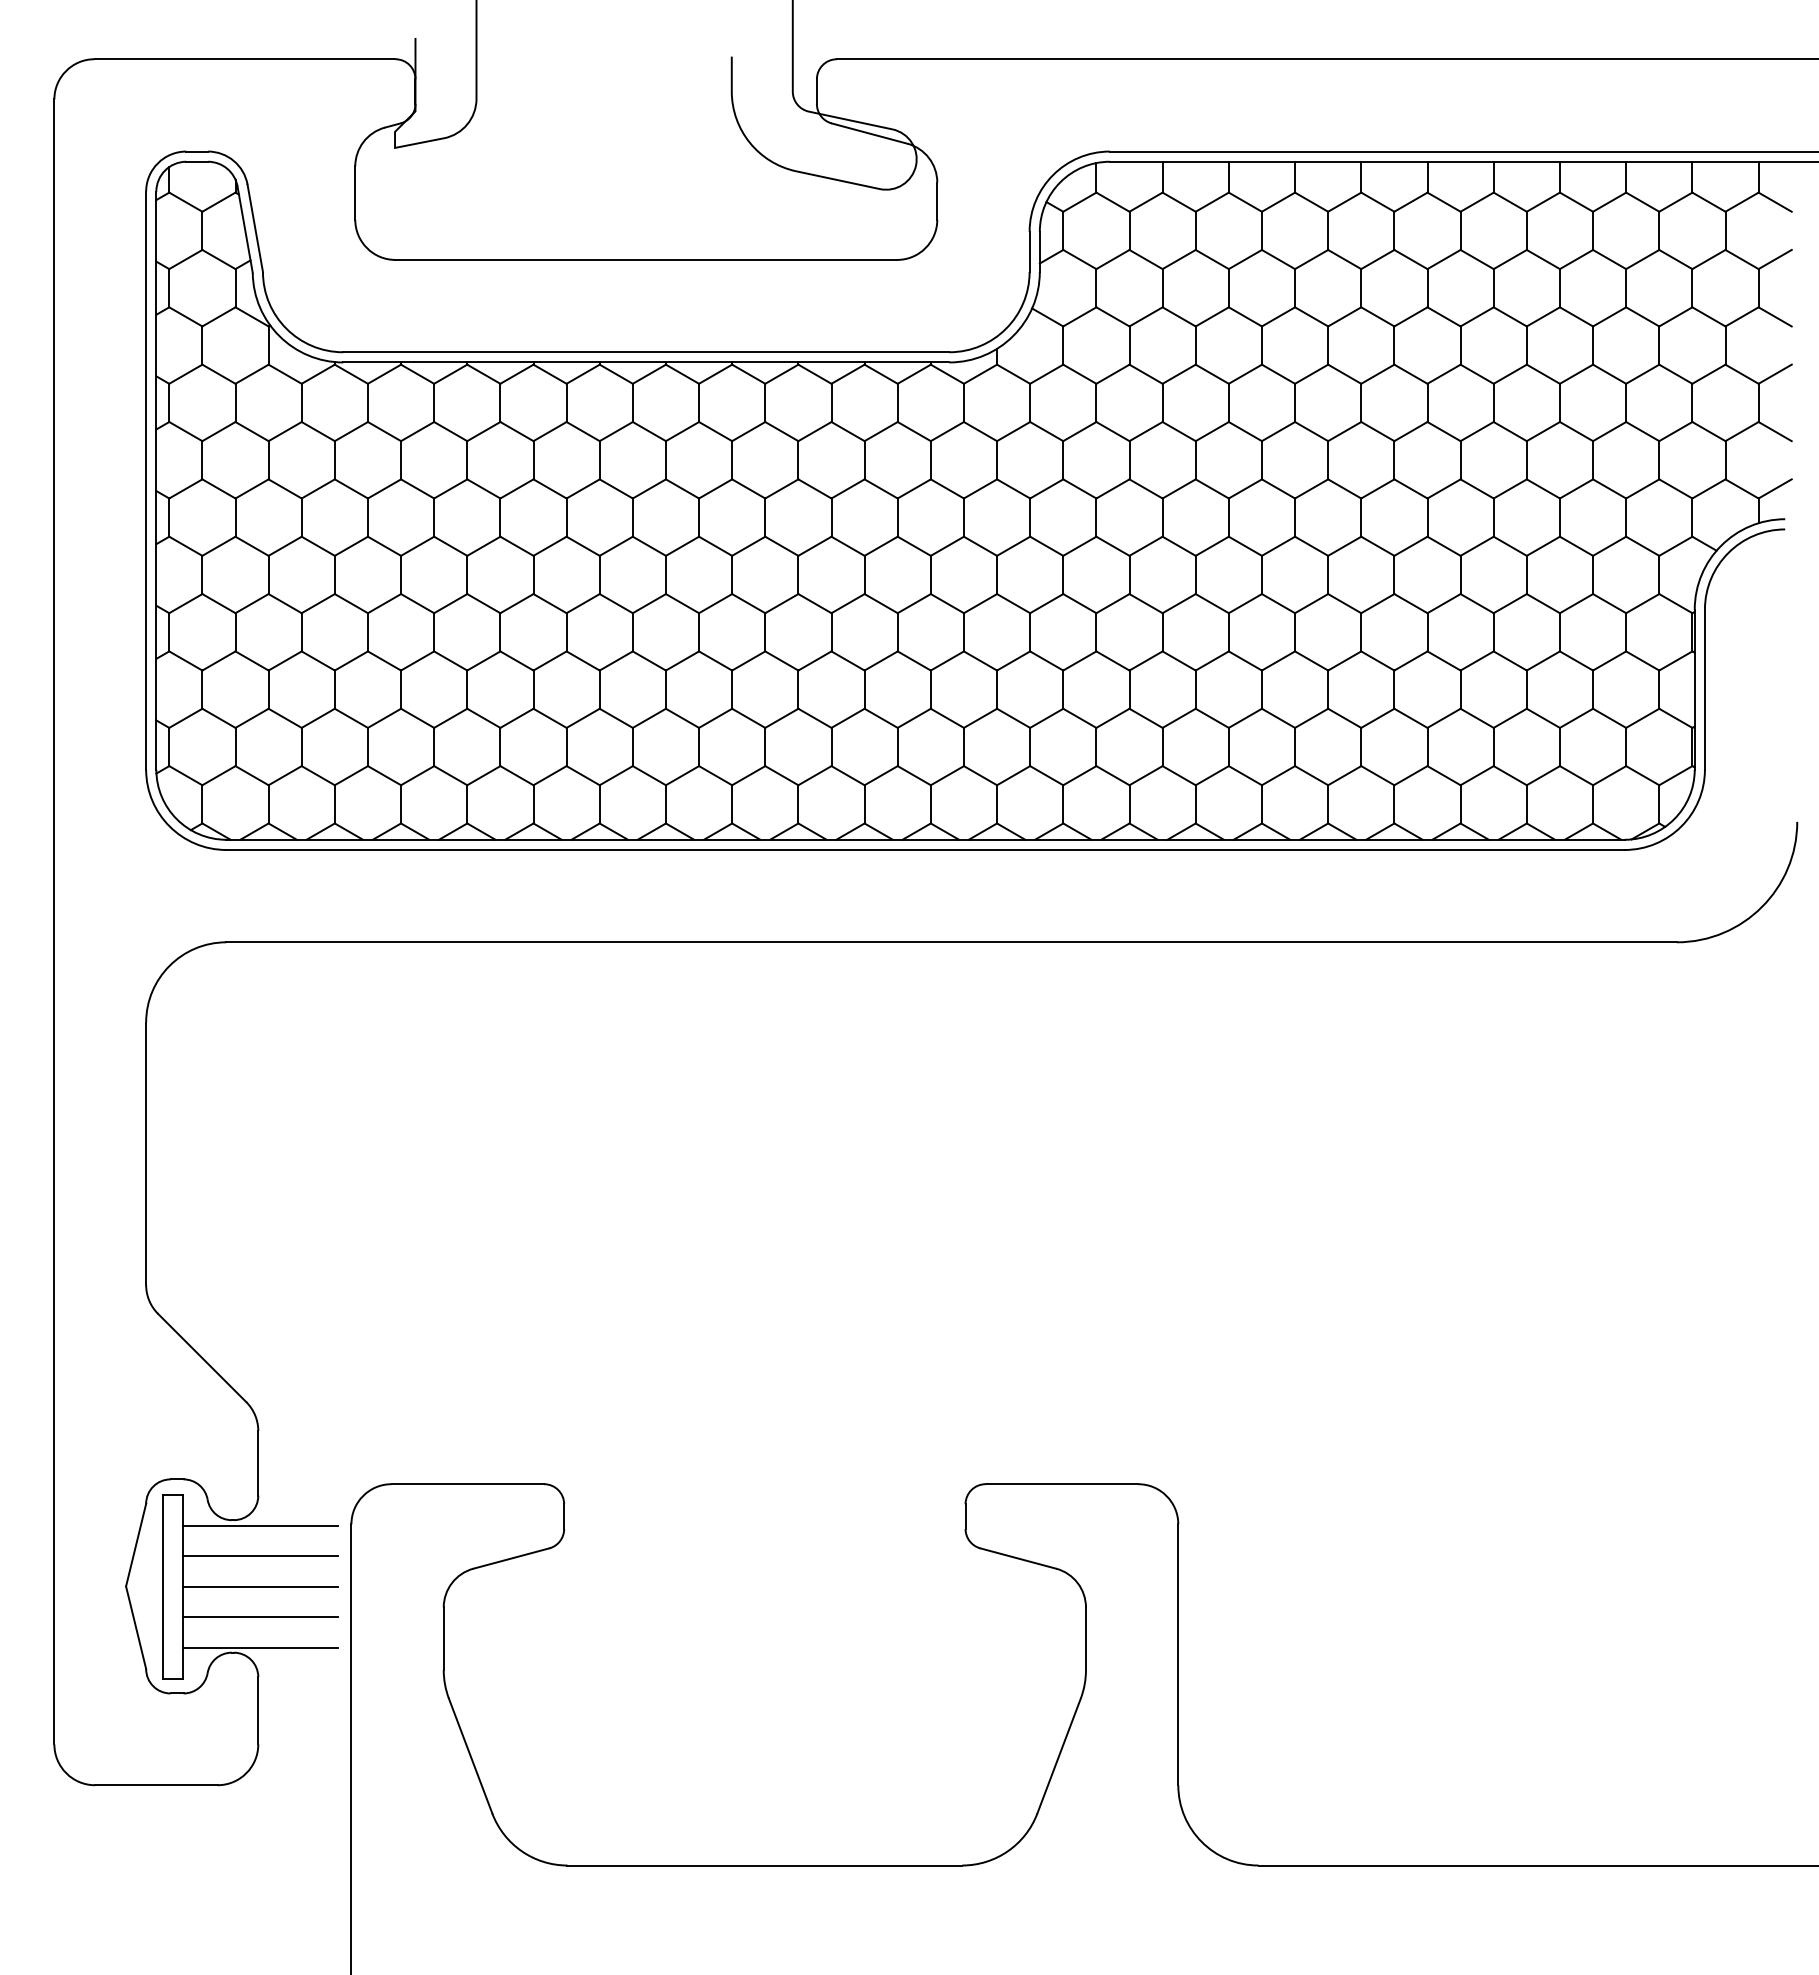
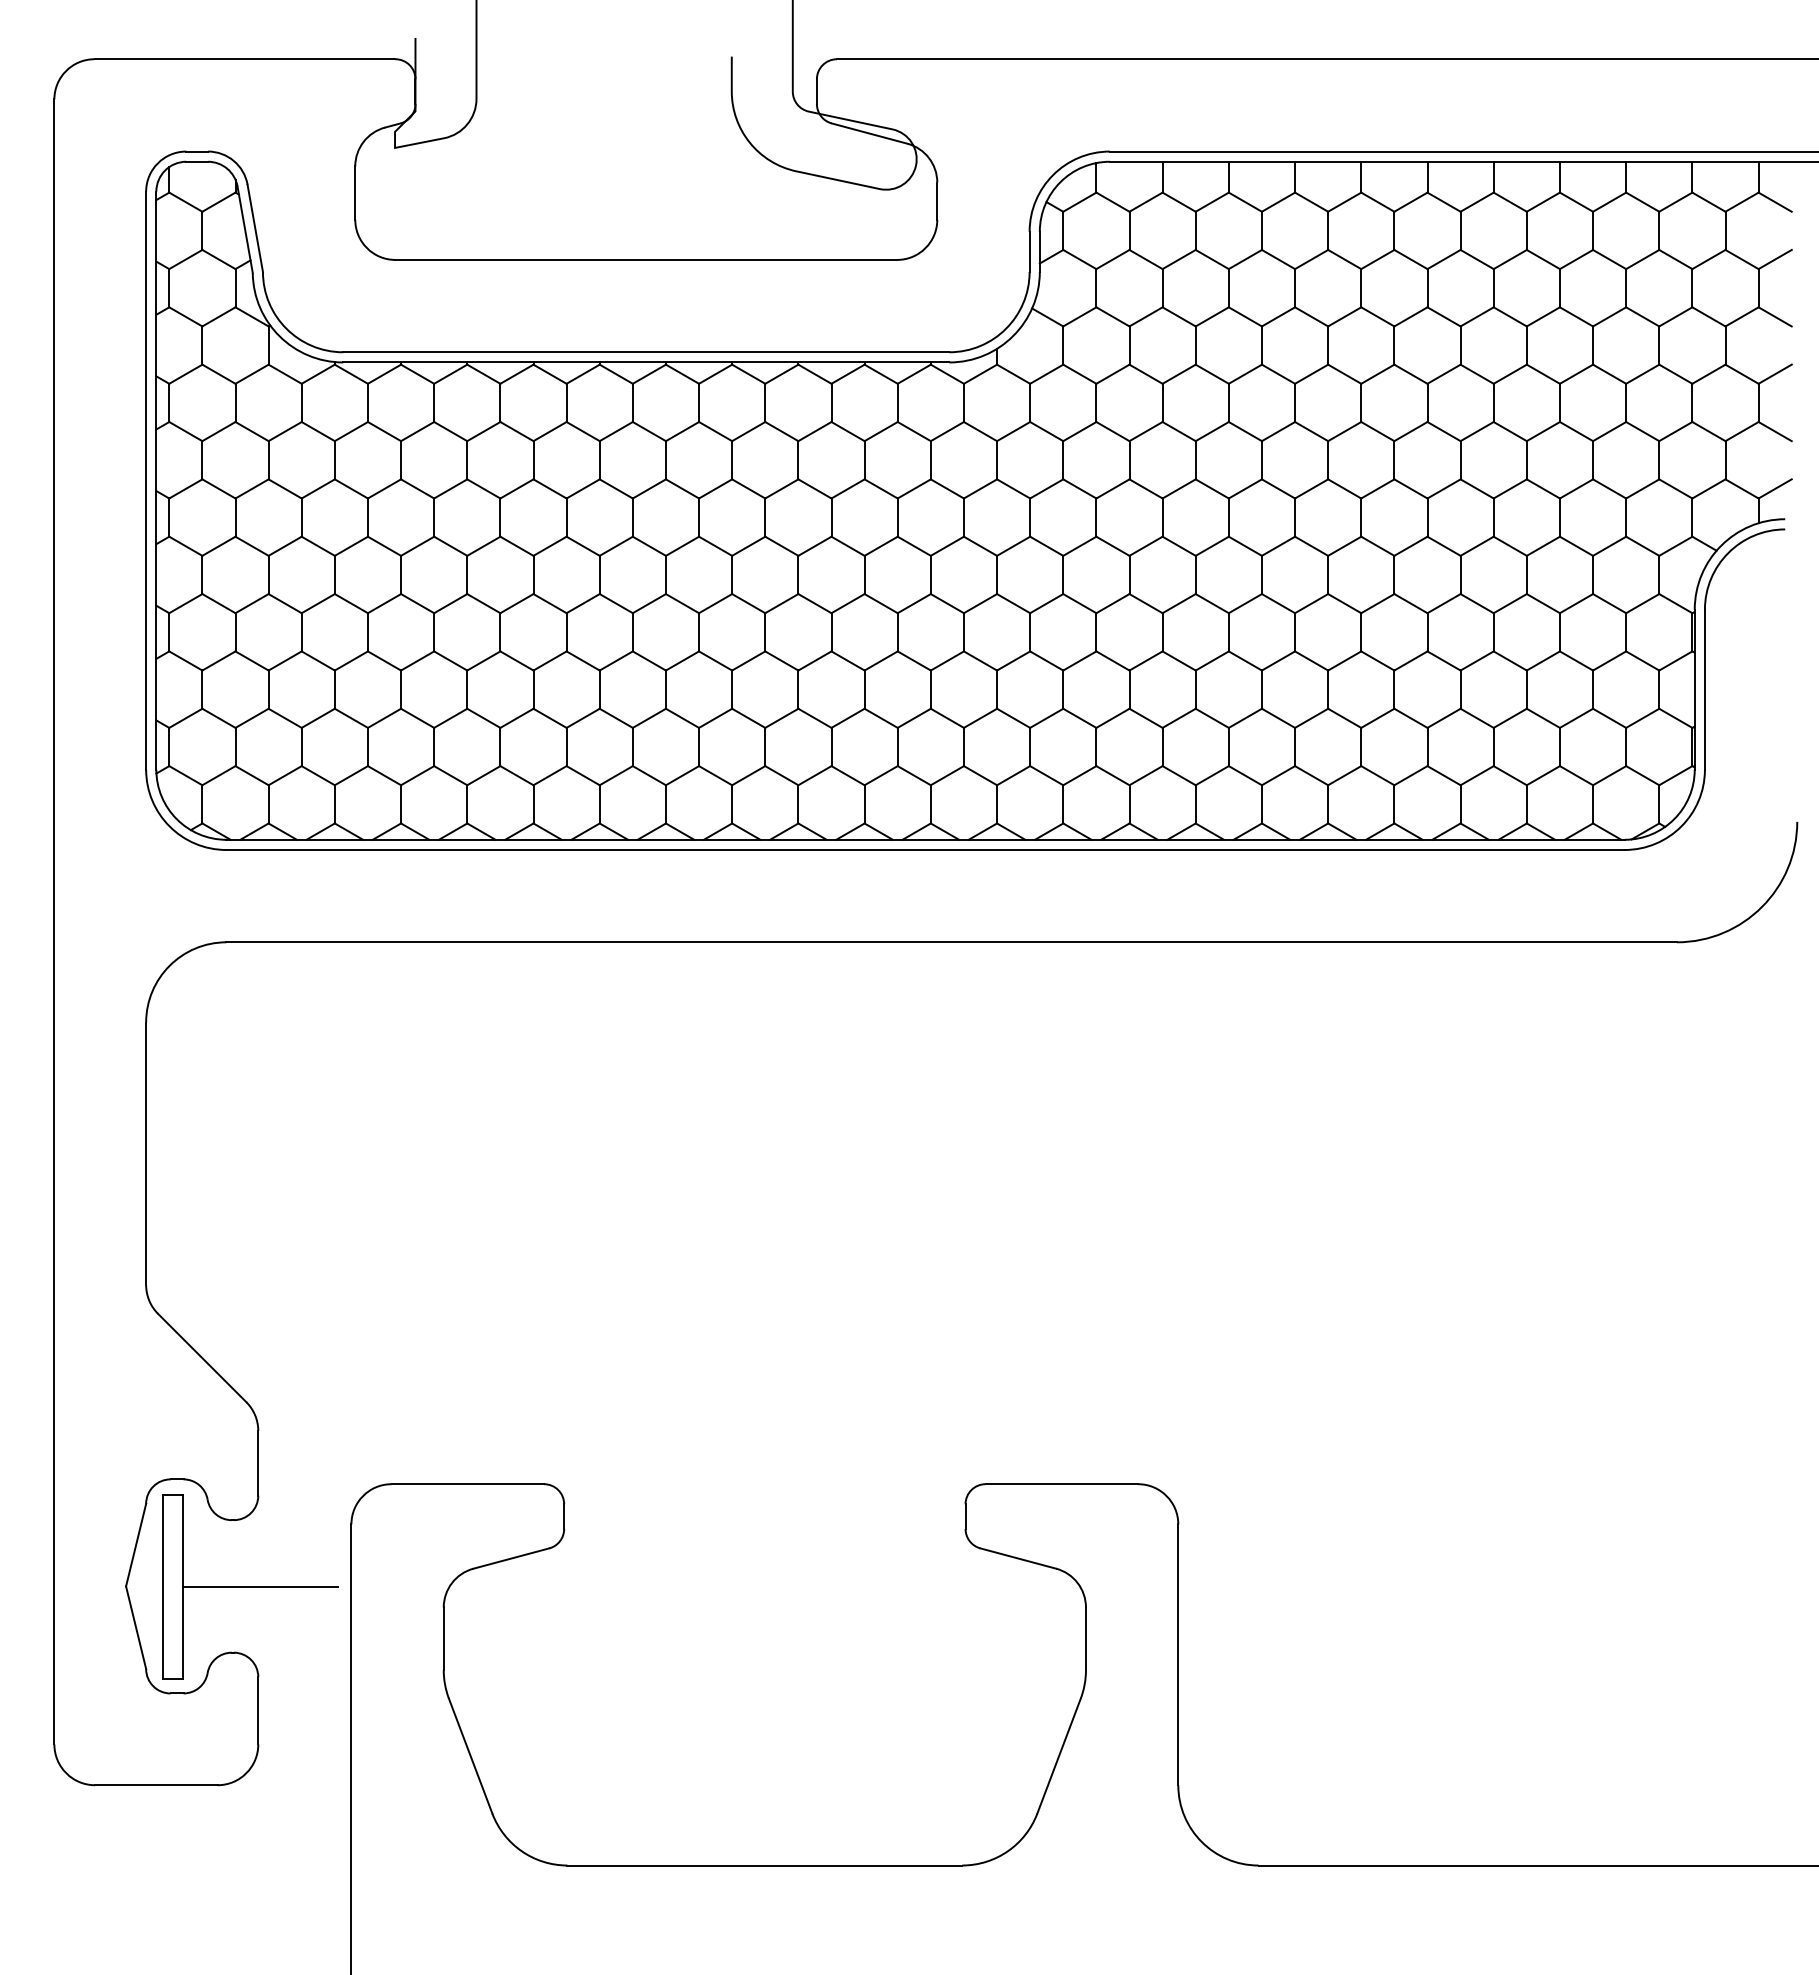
line at (260, 1525): present -> none
line at (260, 1556): present -> none
line at (260, 1617): present -> none
line at (260, 1647): present -> none
